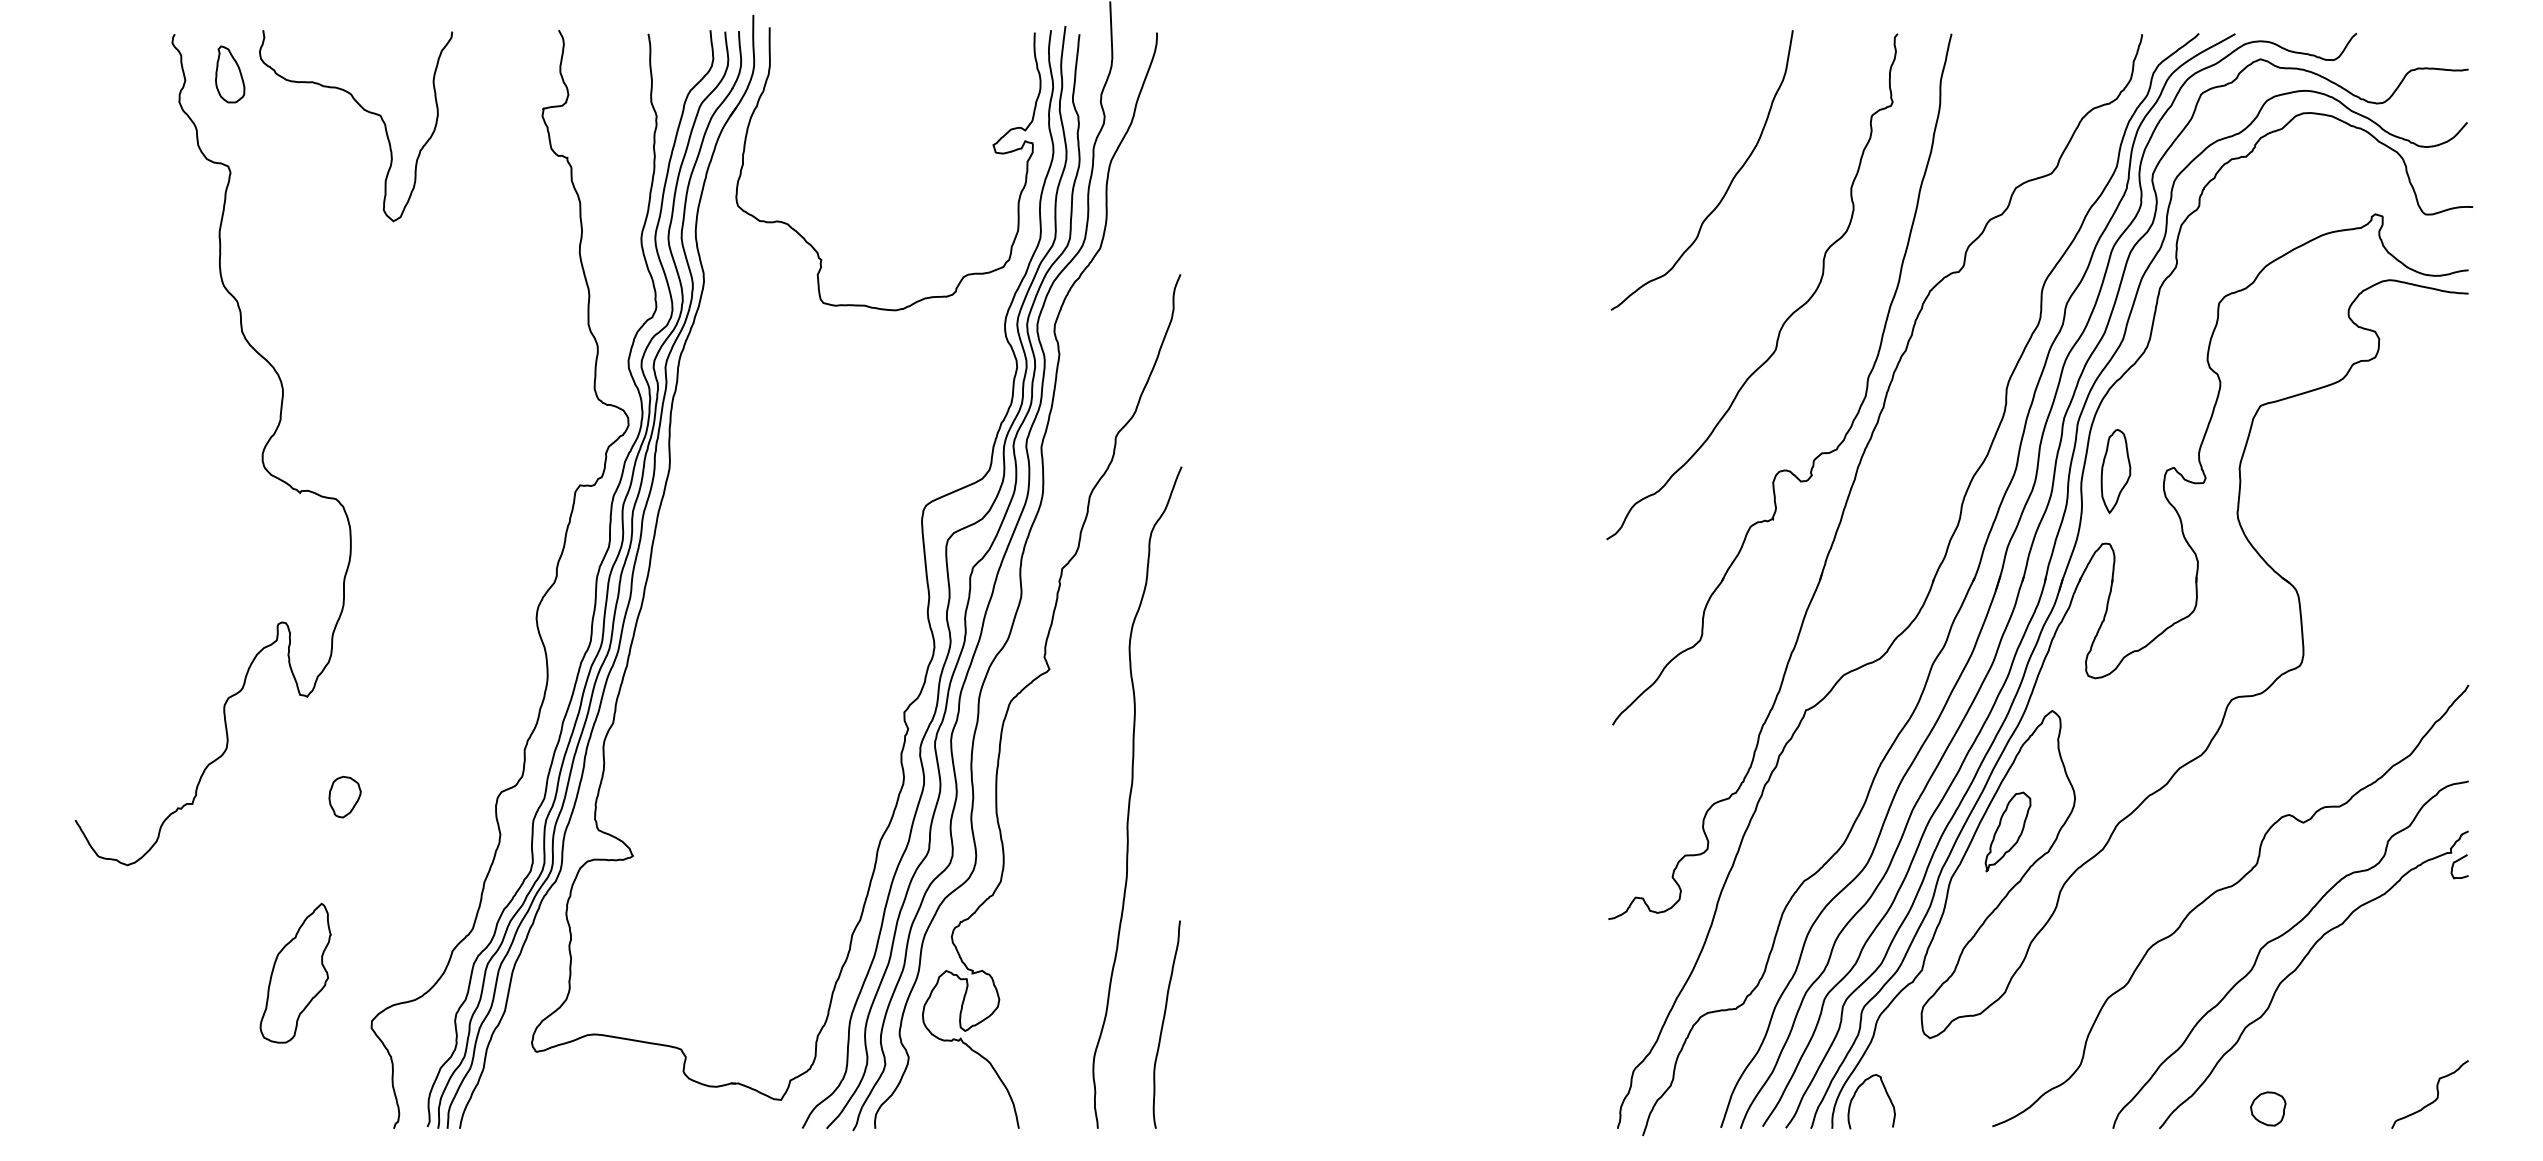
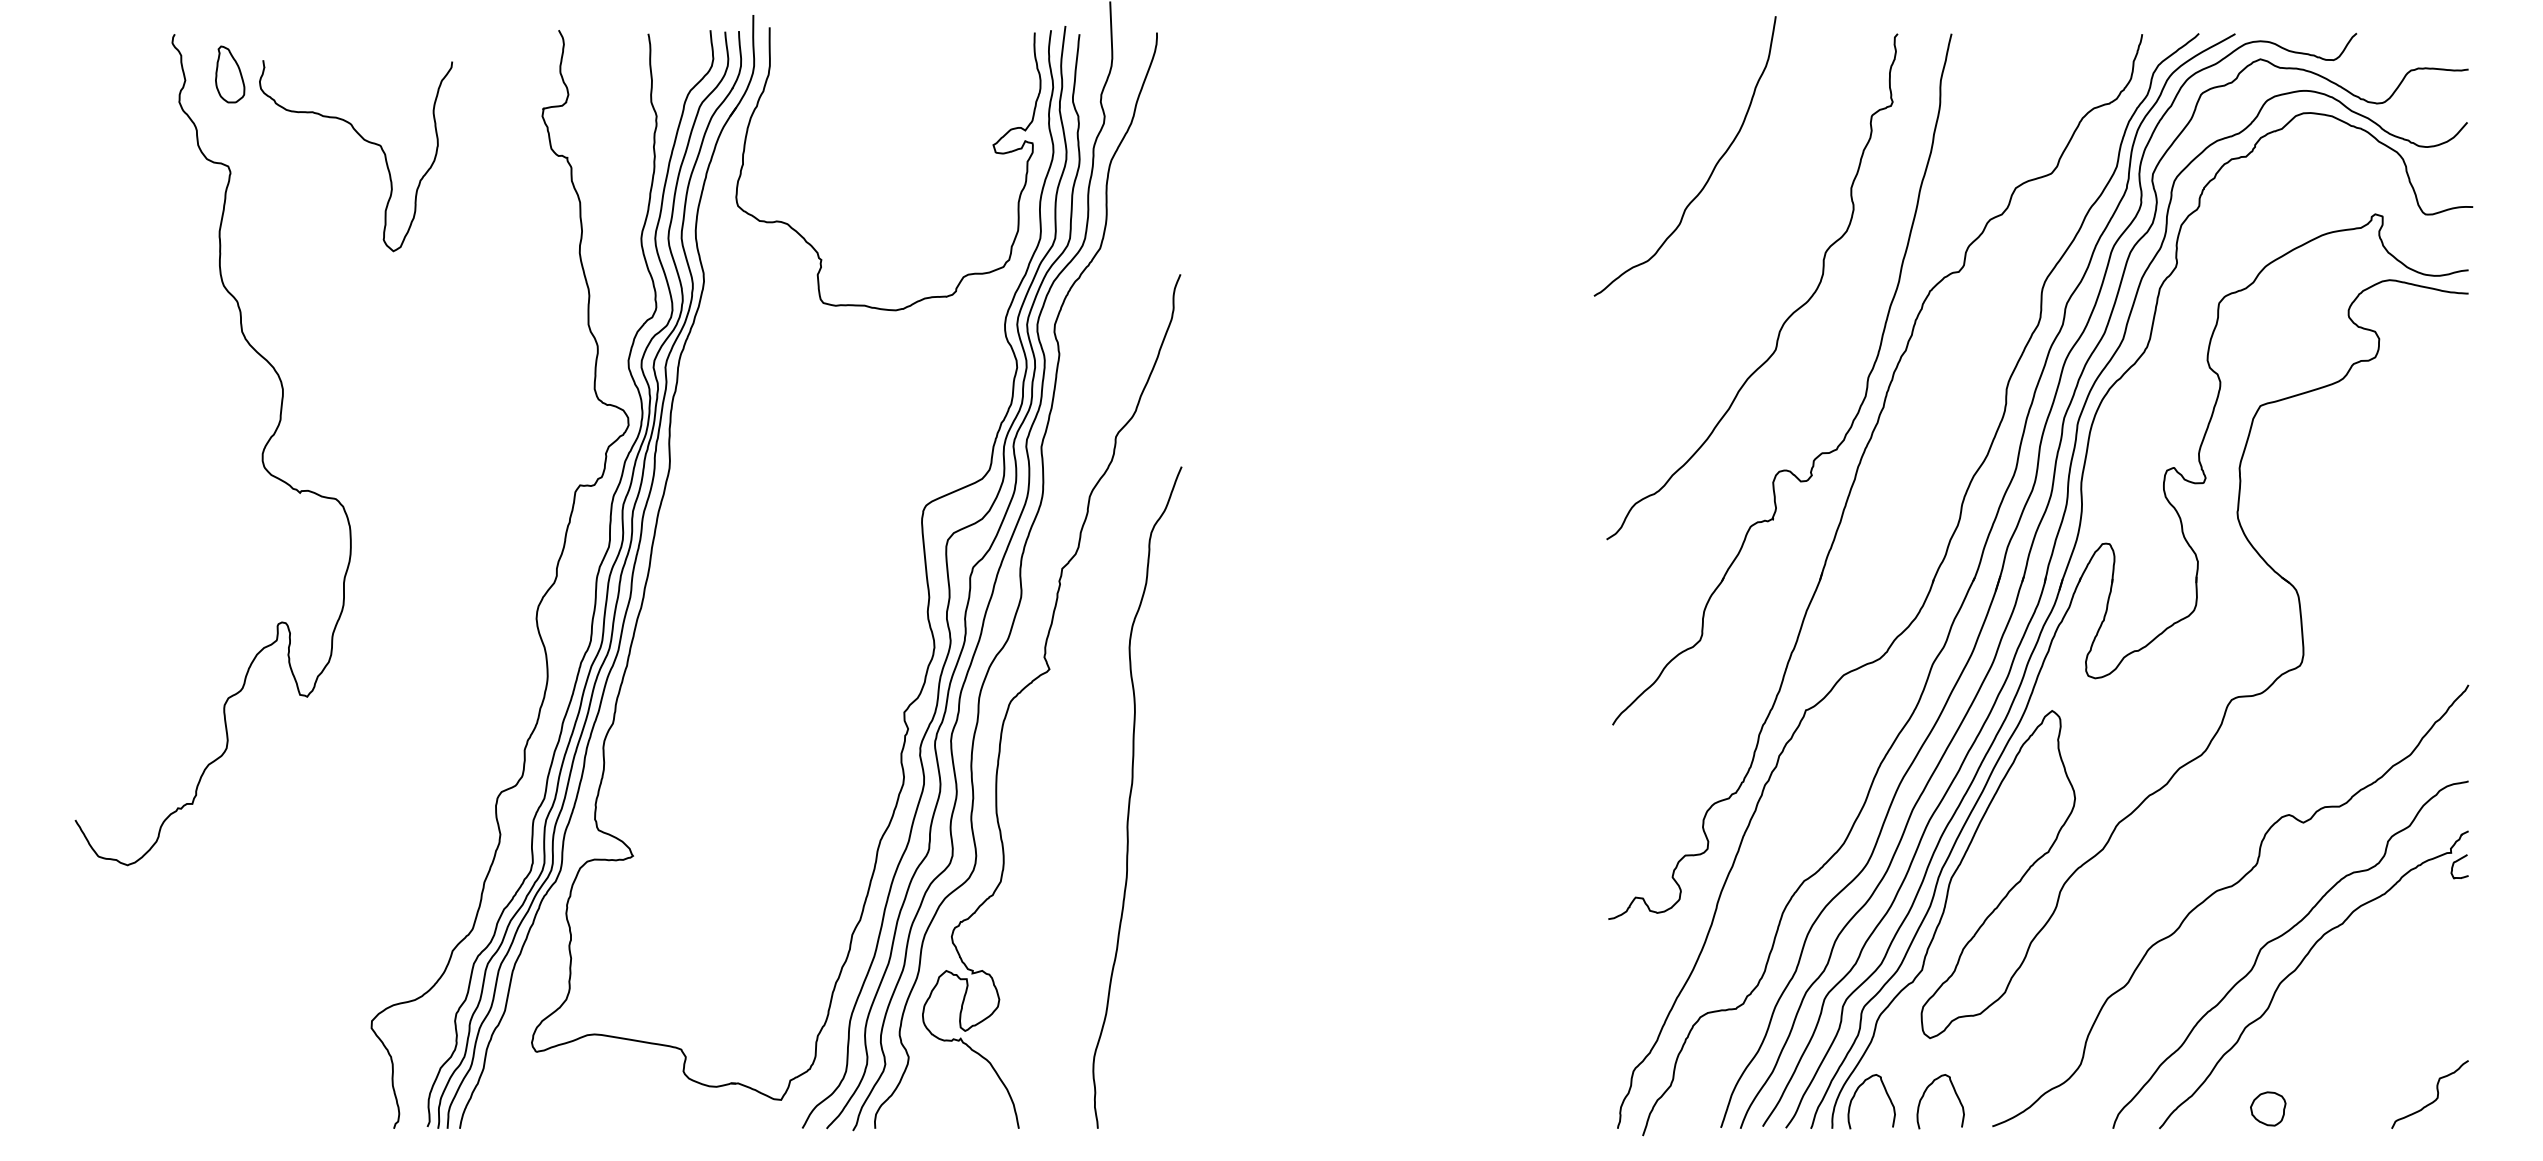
curve at (363, 110) position: (363, 110) -> (363, 140)
curve at (1729, 183) position: (1729, 183) -> (1712, 169)
part at (2115, 471): present -> none
part at (344, 796): present -> none
part at (2007, 831): present -> none
part at (295, 972): present -> none
curve at (1163, 1024): present -> none
curve at (1955, 1094): none -> present
